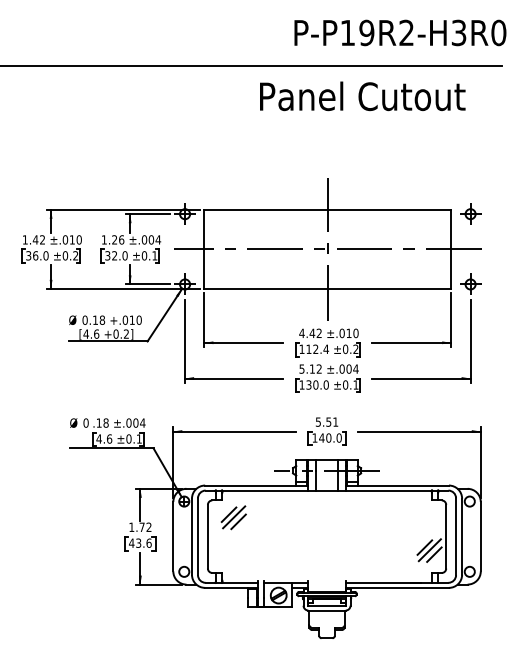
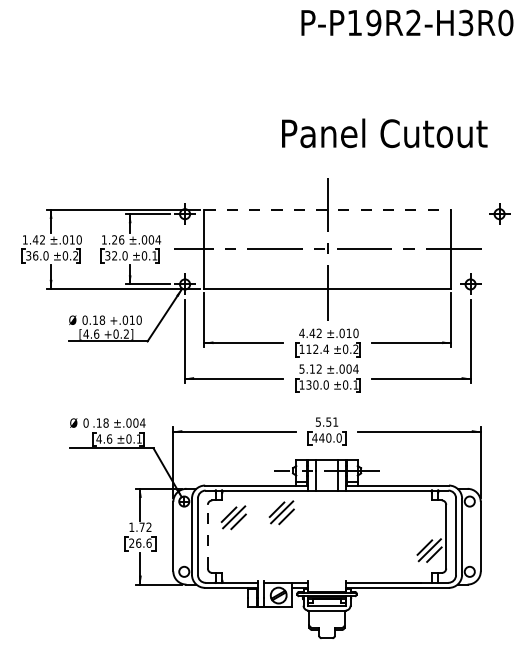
text at (400, 32) position: (400, 32) -> (407, 22)
line at (251, 65): present -> none
text at (362, 96) position: (362, 96) -> (384, 133)
line at (328, 209): solid -> dashed
part at (470, 213) position: (470, 213) -> (499, 213)
text at (314, 437): 140.0 -> 440.0
part at (281, 512): none -> present
line at (207, 536): solid -> dashed
text at (135, 542): 43.6 -> 26.6
